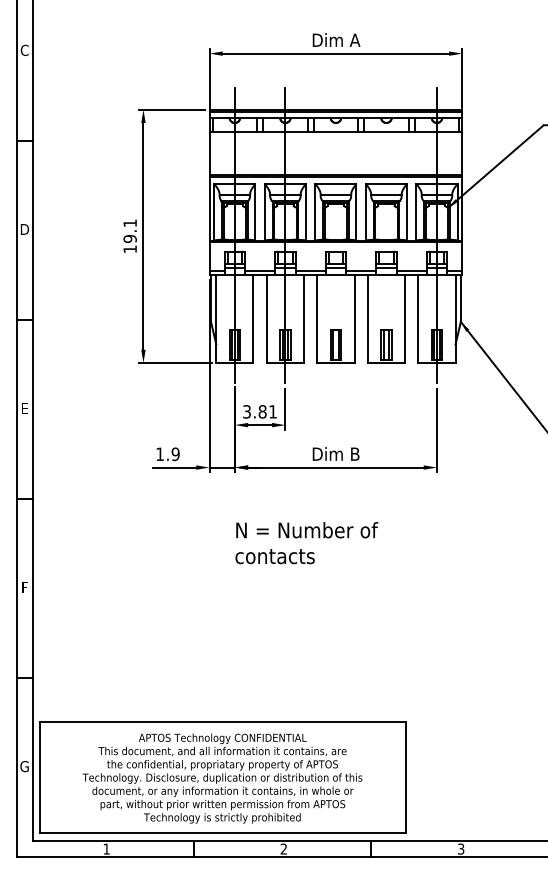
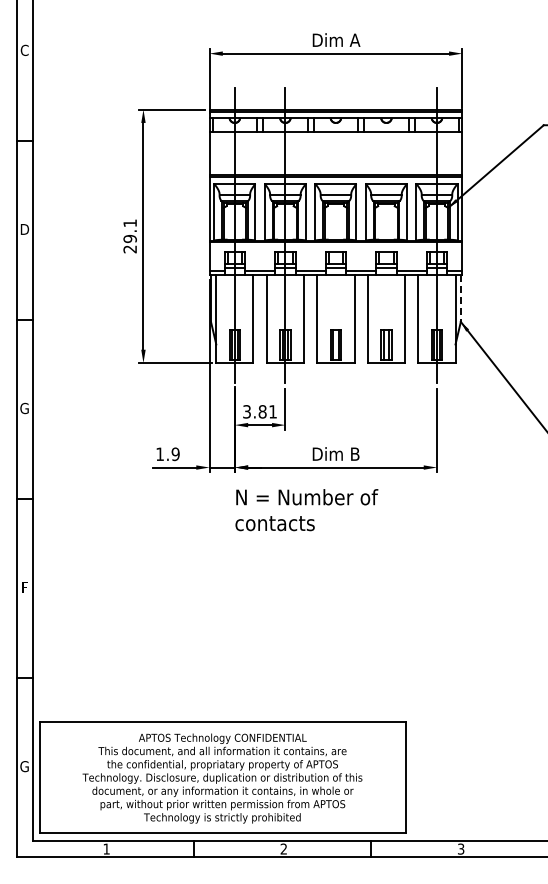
text at (129, 249): 19.1 -> 29.1
line at (460, 299): solid -> dashed
text at (24, 408): E -> G
text at (306, 543) position: (306, 543) -> (306, 510)
